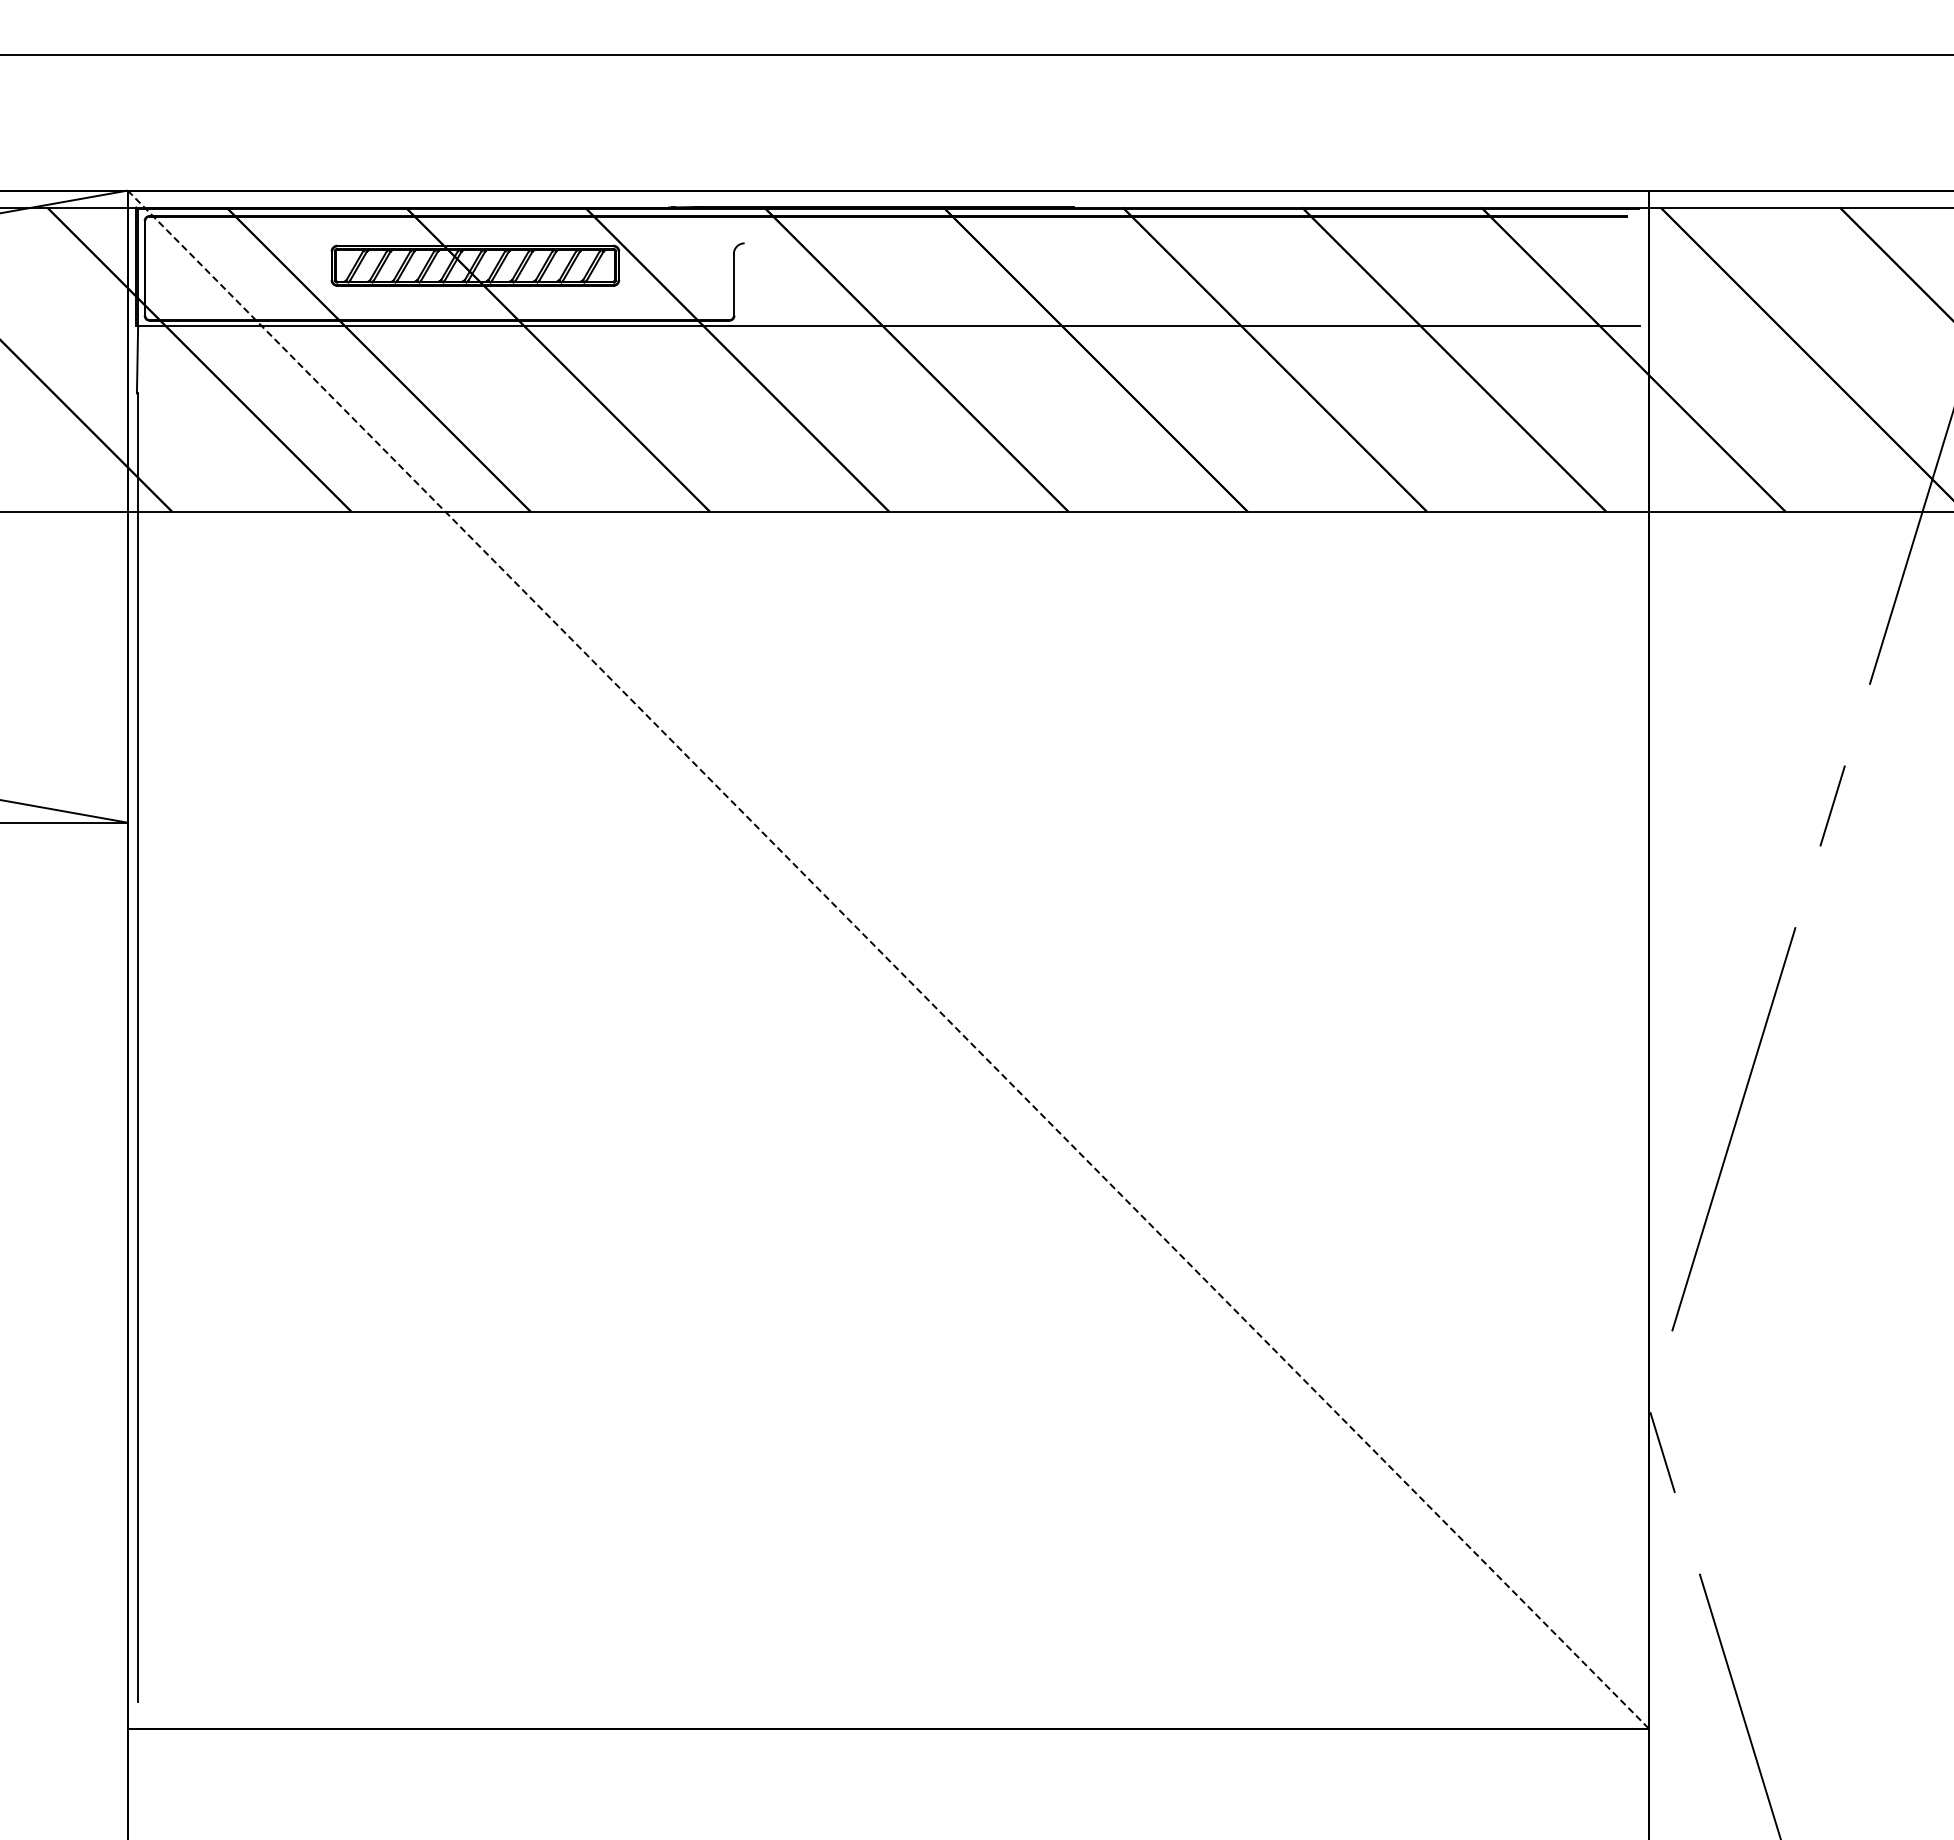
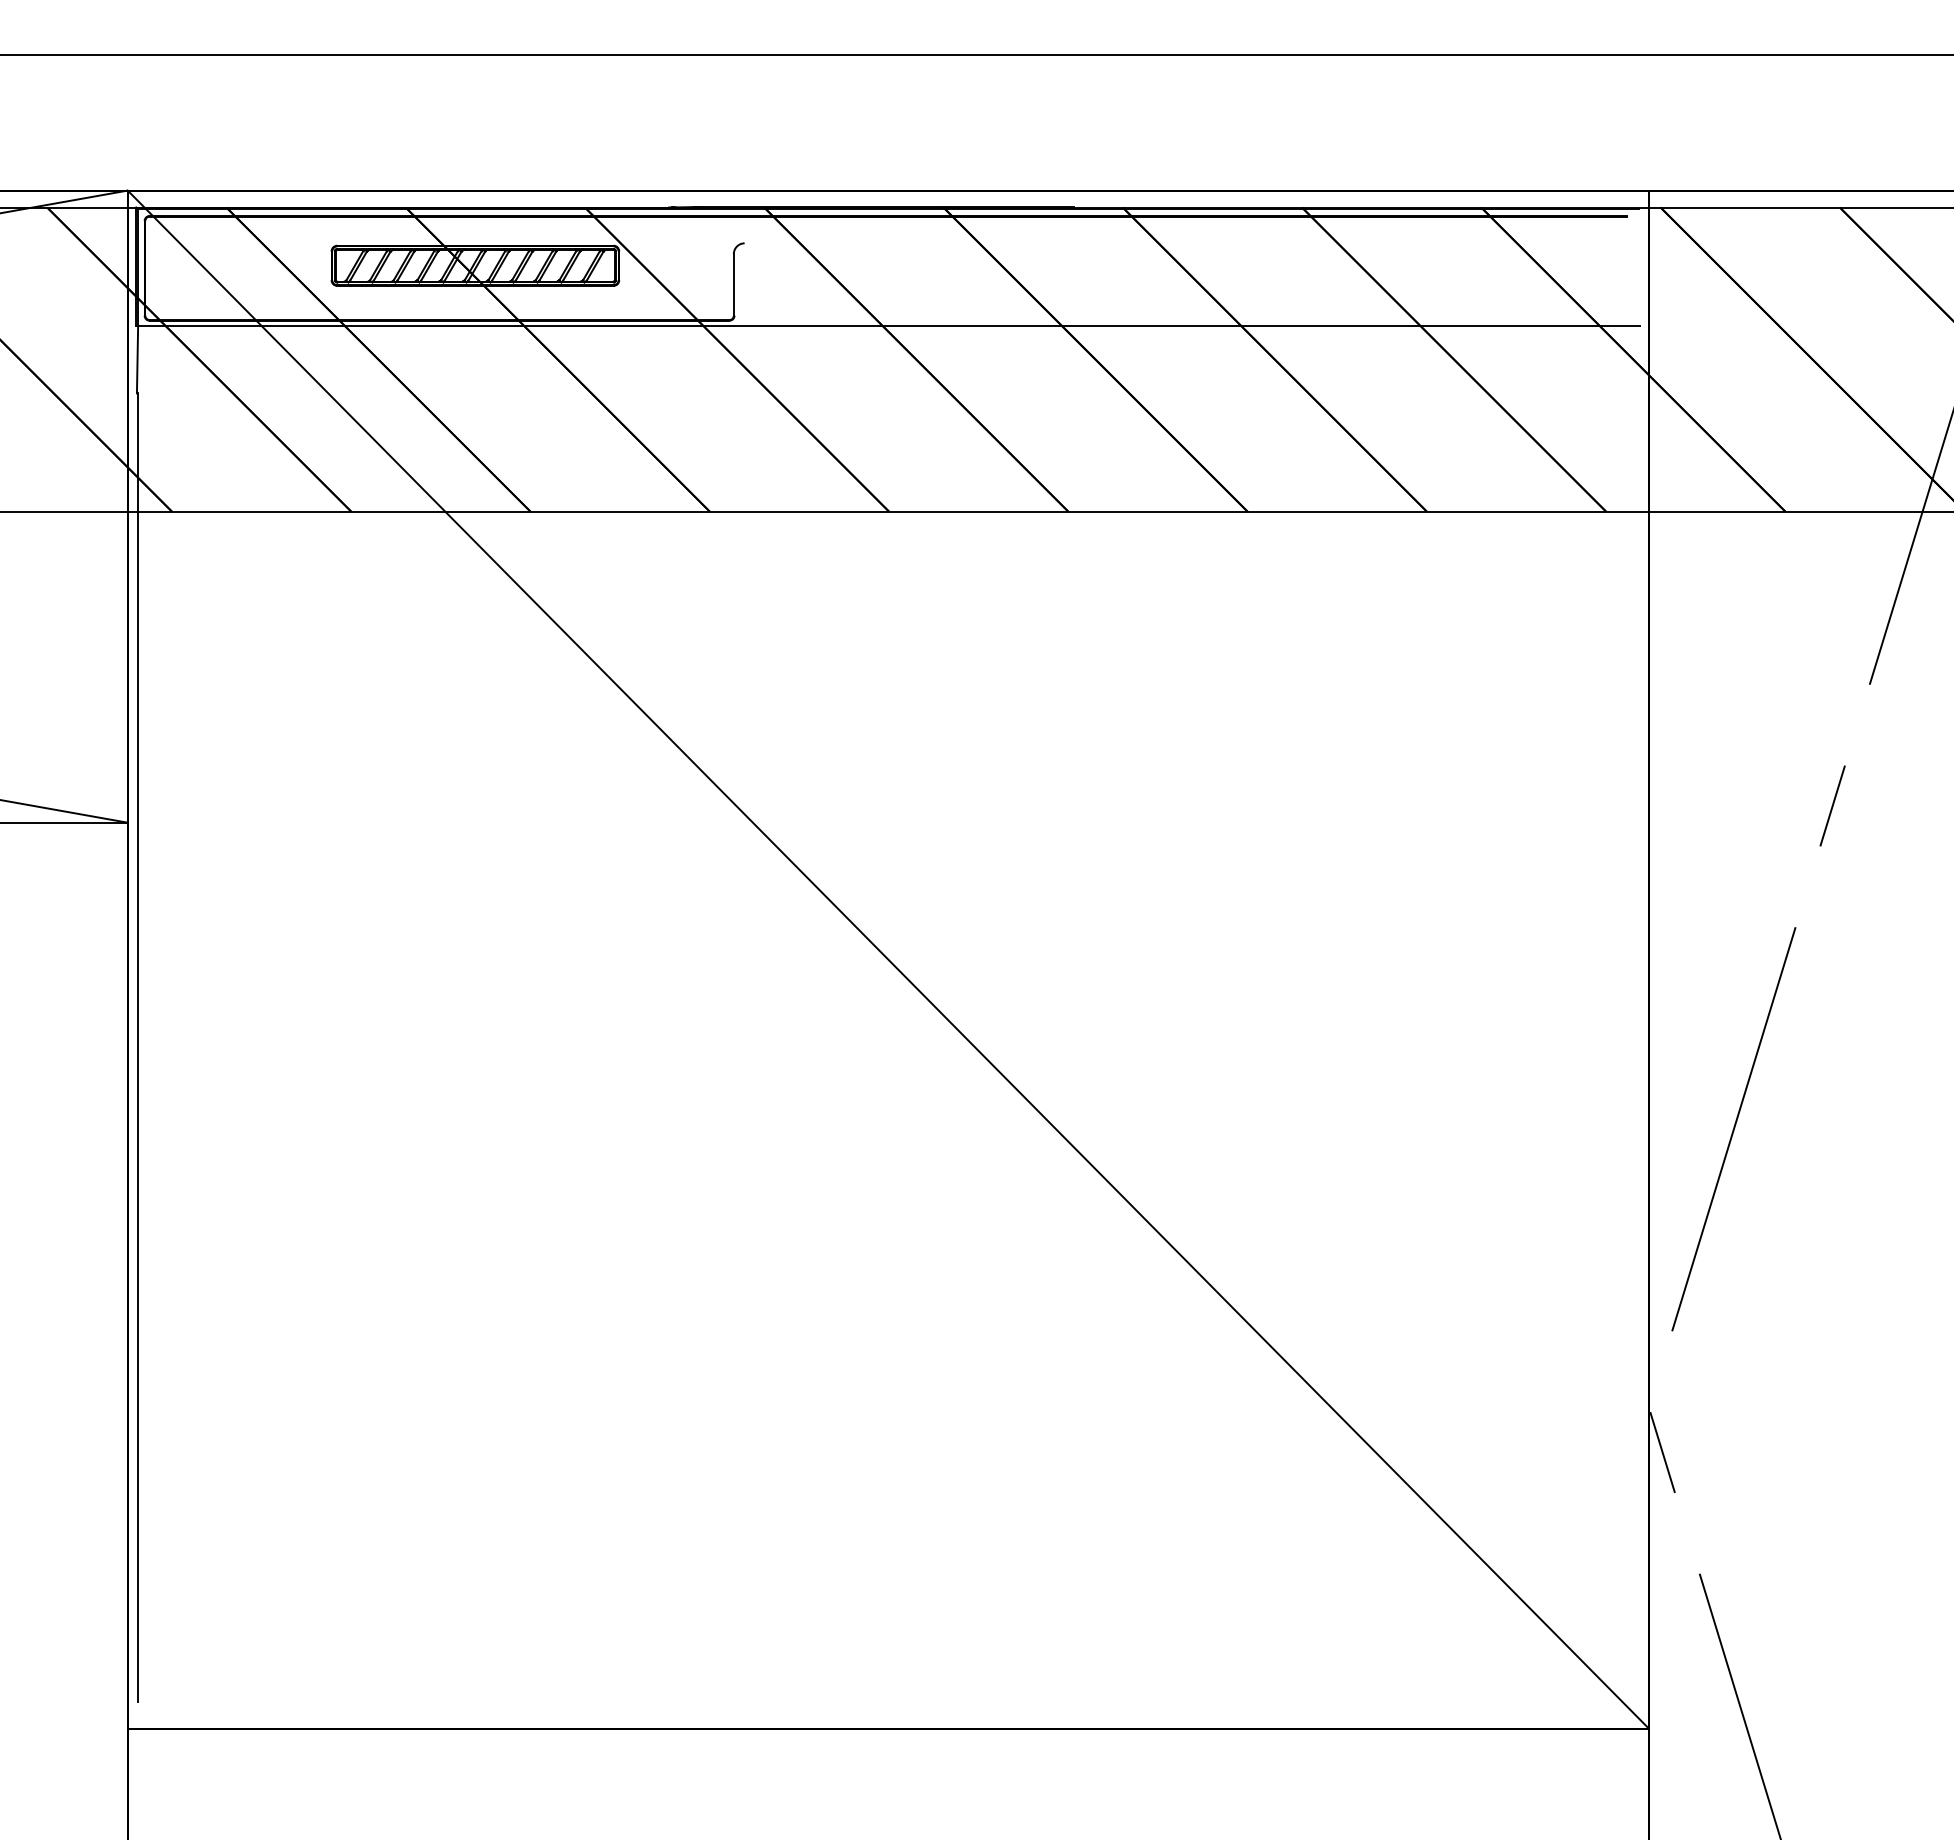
line at (888, 959): dashed -> solid
